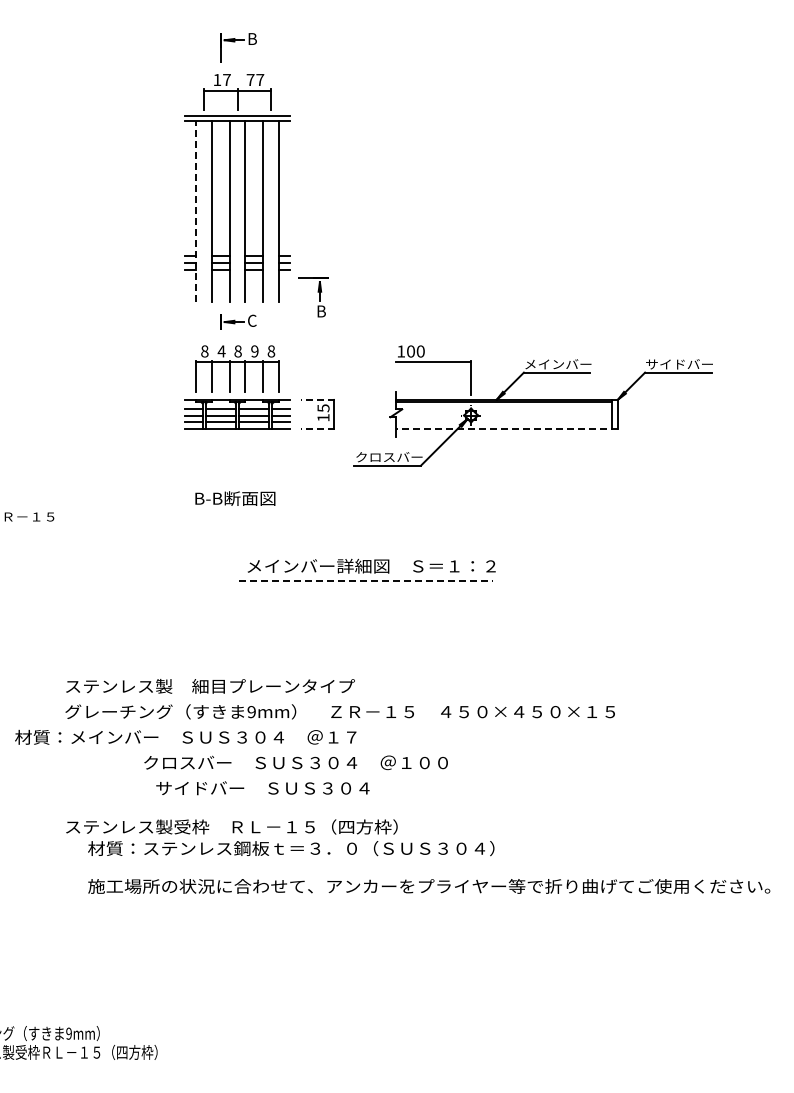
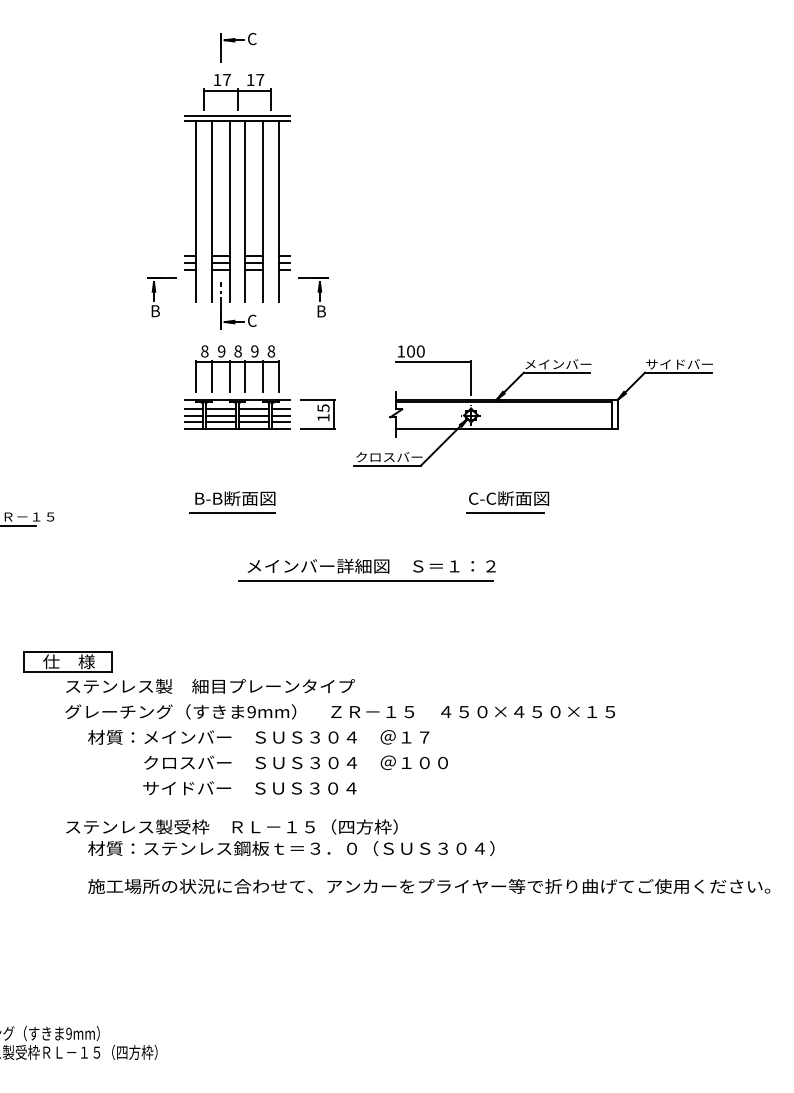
text at (252, 38): B -> C
text at (250, 79): 77 -> 17
line at (196, 211): dashed -> solid
part at (154, 297): none -> present
line at (220, 297): none -> present
text at (221, 351): 4 -> 9
line at (317, 399): dashed -> solid
line at (317, 429): dashed -> solid
line at (507, 429): dashed -> solid
part at (507, 502): none -> present
line at (232, 512): none -> present
line at (18, 526): none -> present
line at (366, 580): dashed -> solid
part at (67, 661): none -> present
text at (185, 736) position: (185, 736) -> (258, 736)
text at (262, 788) position: (262, 788) -> (249, 788)
